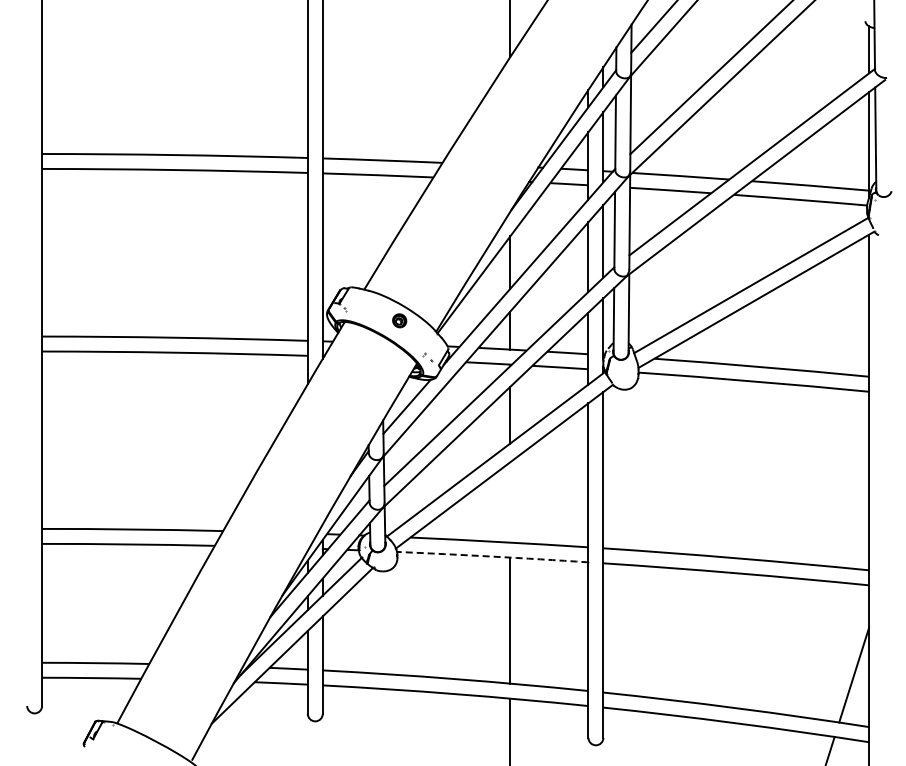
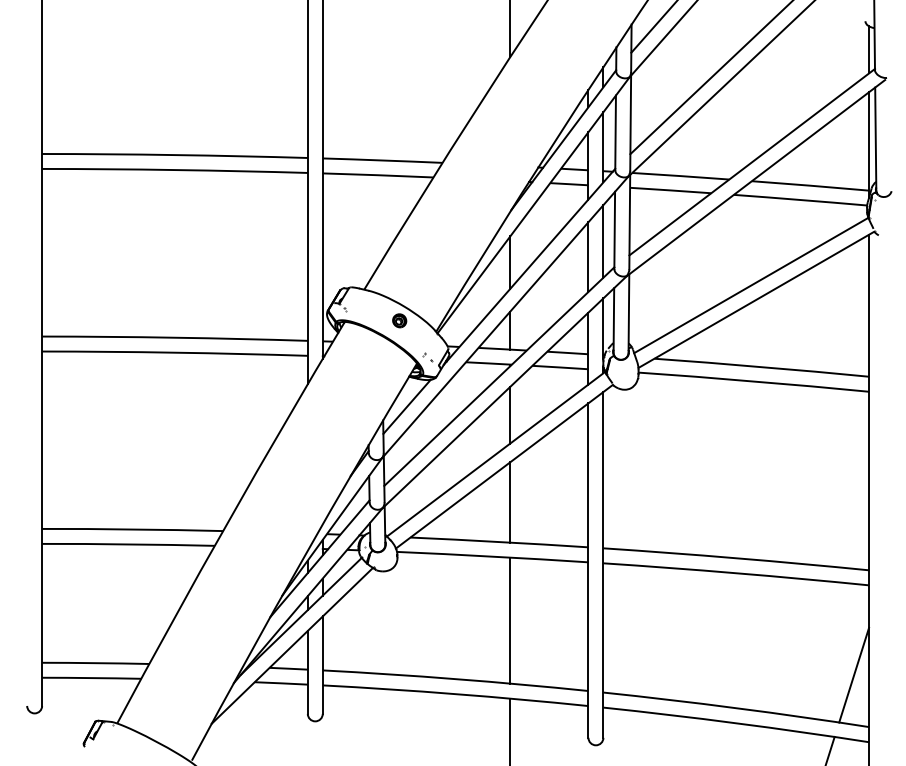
line at (510, 502): none -> present
line at (492, 556): dashed -> solid
